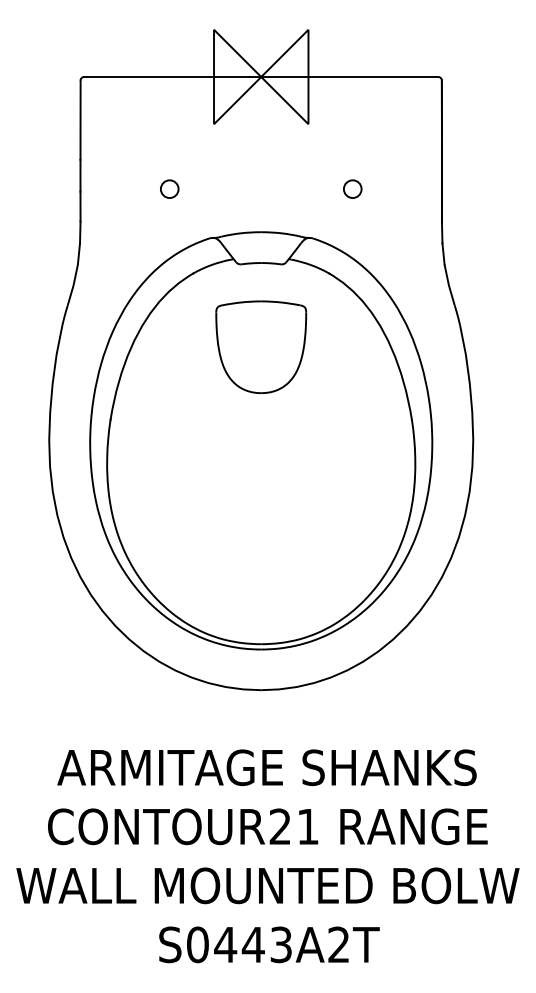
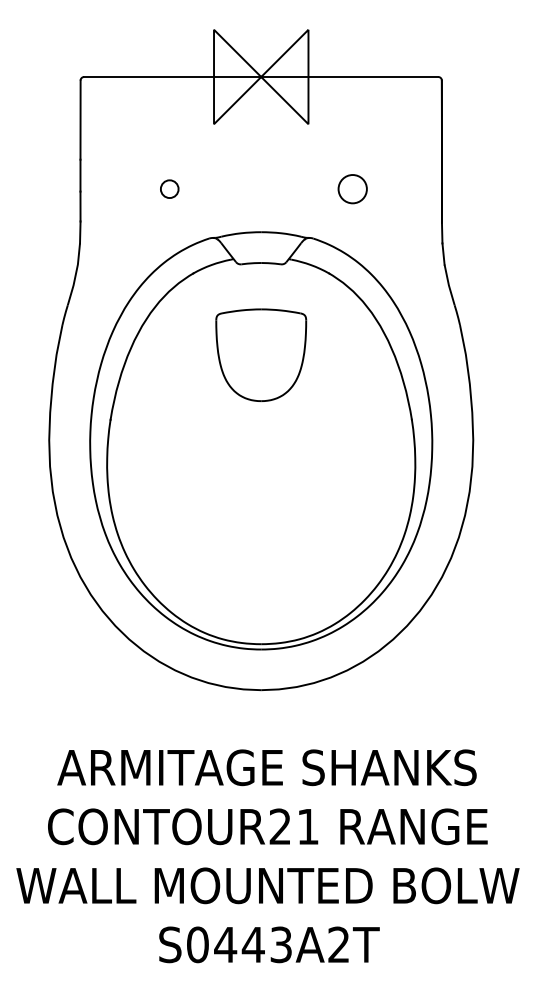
circle at (352, 189) diameter: 18 px -> 28 px
part at (261, 346) position: (261, 346) -> (261, 354)
